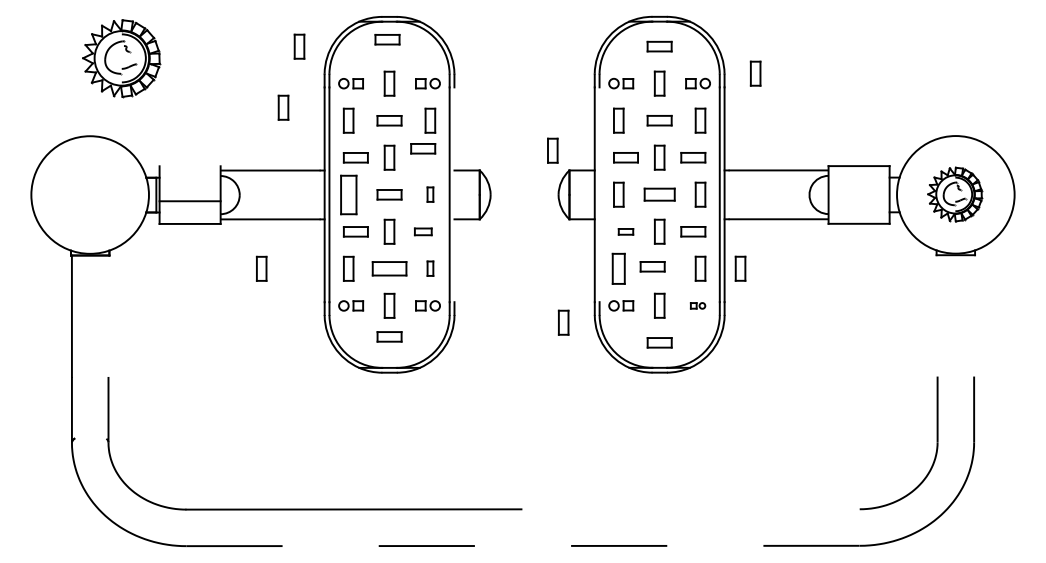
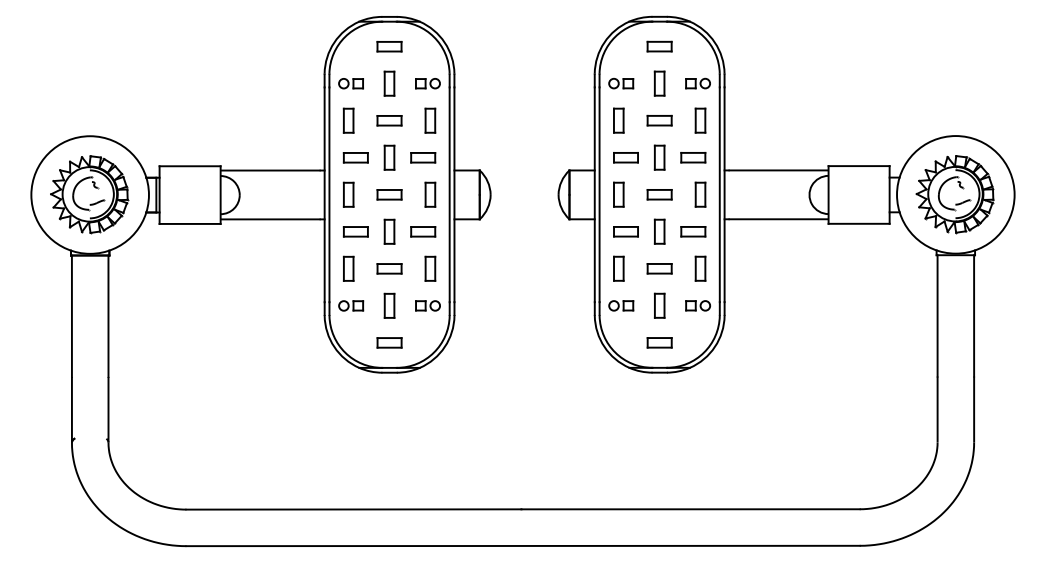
part at (387, 39) position: (387, 39) -> (389, 46)
part at (299, 46): present -> none
part at (121, 58) position: (121, 58) -> (89, 194)
part at (755, 73): present -> none
part at (283, 107): present -> none
part at (423, 148) position: (423, 148) -> (423, 157)
part at (552, 150): present -> none
part at (348, 194) size: 18x42 px -> 13x27 px
part at (430, 194) size: 9x17 px -> 13x27 px
line at (454, 194): none -> present
line at (599, 194): none -> present
part at (659, 194) size: 33x15 px -> 27x12 px
part at (955, 194) size: 57x57 px -> 80x80 px
line at (189, 201) position: (189, 201) -> (189, 166)
part at (422, 231) size: 20x10 px -> 27x12 px
part at (625, 231) size: 18x8 px -> 26x12 px
part at (652, 266) position: (652, 266) -> (659, 268)
part at (261, 268): present -> none
part at (389, 268) size: 37x16 px -> 27x12 px
part at (430, 268) size: 9x17 px -> 13x27 px
part at (618, 268) size: 15x33 px -> 12x27 px
part at (740, 268): present -> none
part at (697, 305) size: 18x8 px -> 26x12 px
line at (108, 315): none -> present
line at (937, 315): none -> present
line at (974, 315): none -> present
part at (563, 322): present -> none
part at (389, 336) position: (389, 336) -> (389, 342)
line at (690, 509): none -> present
line at (523, 545): dashed -> solid
